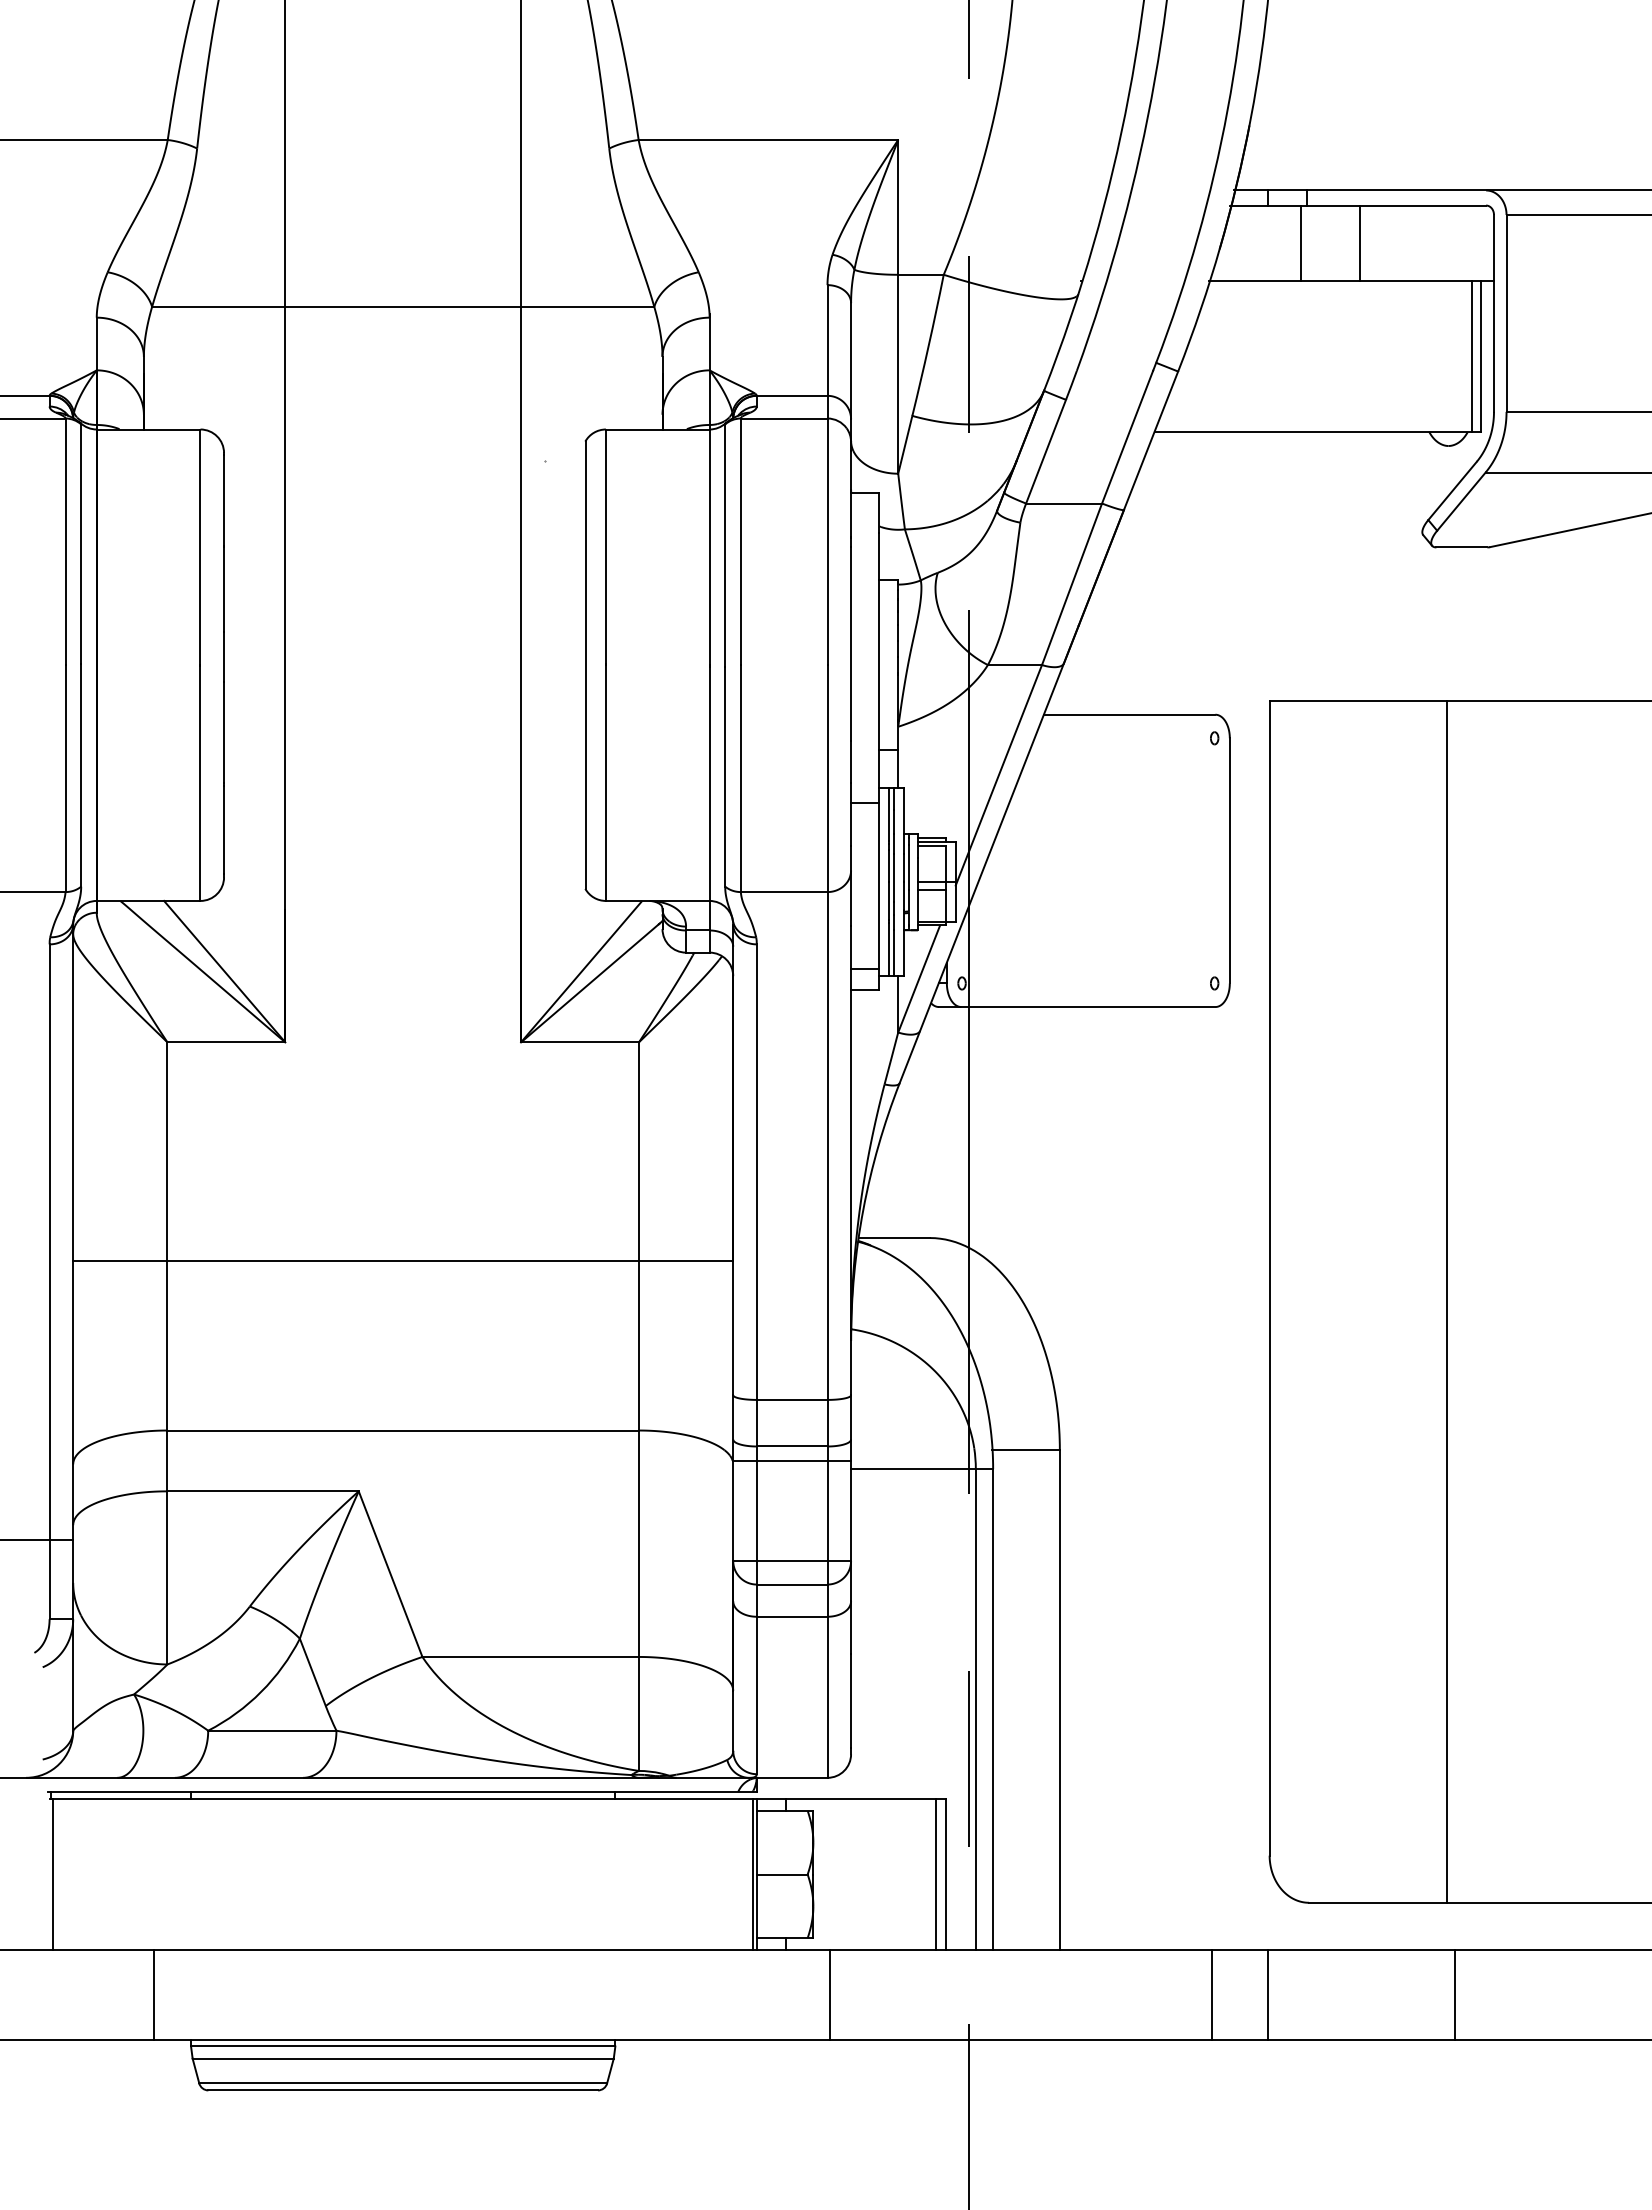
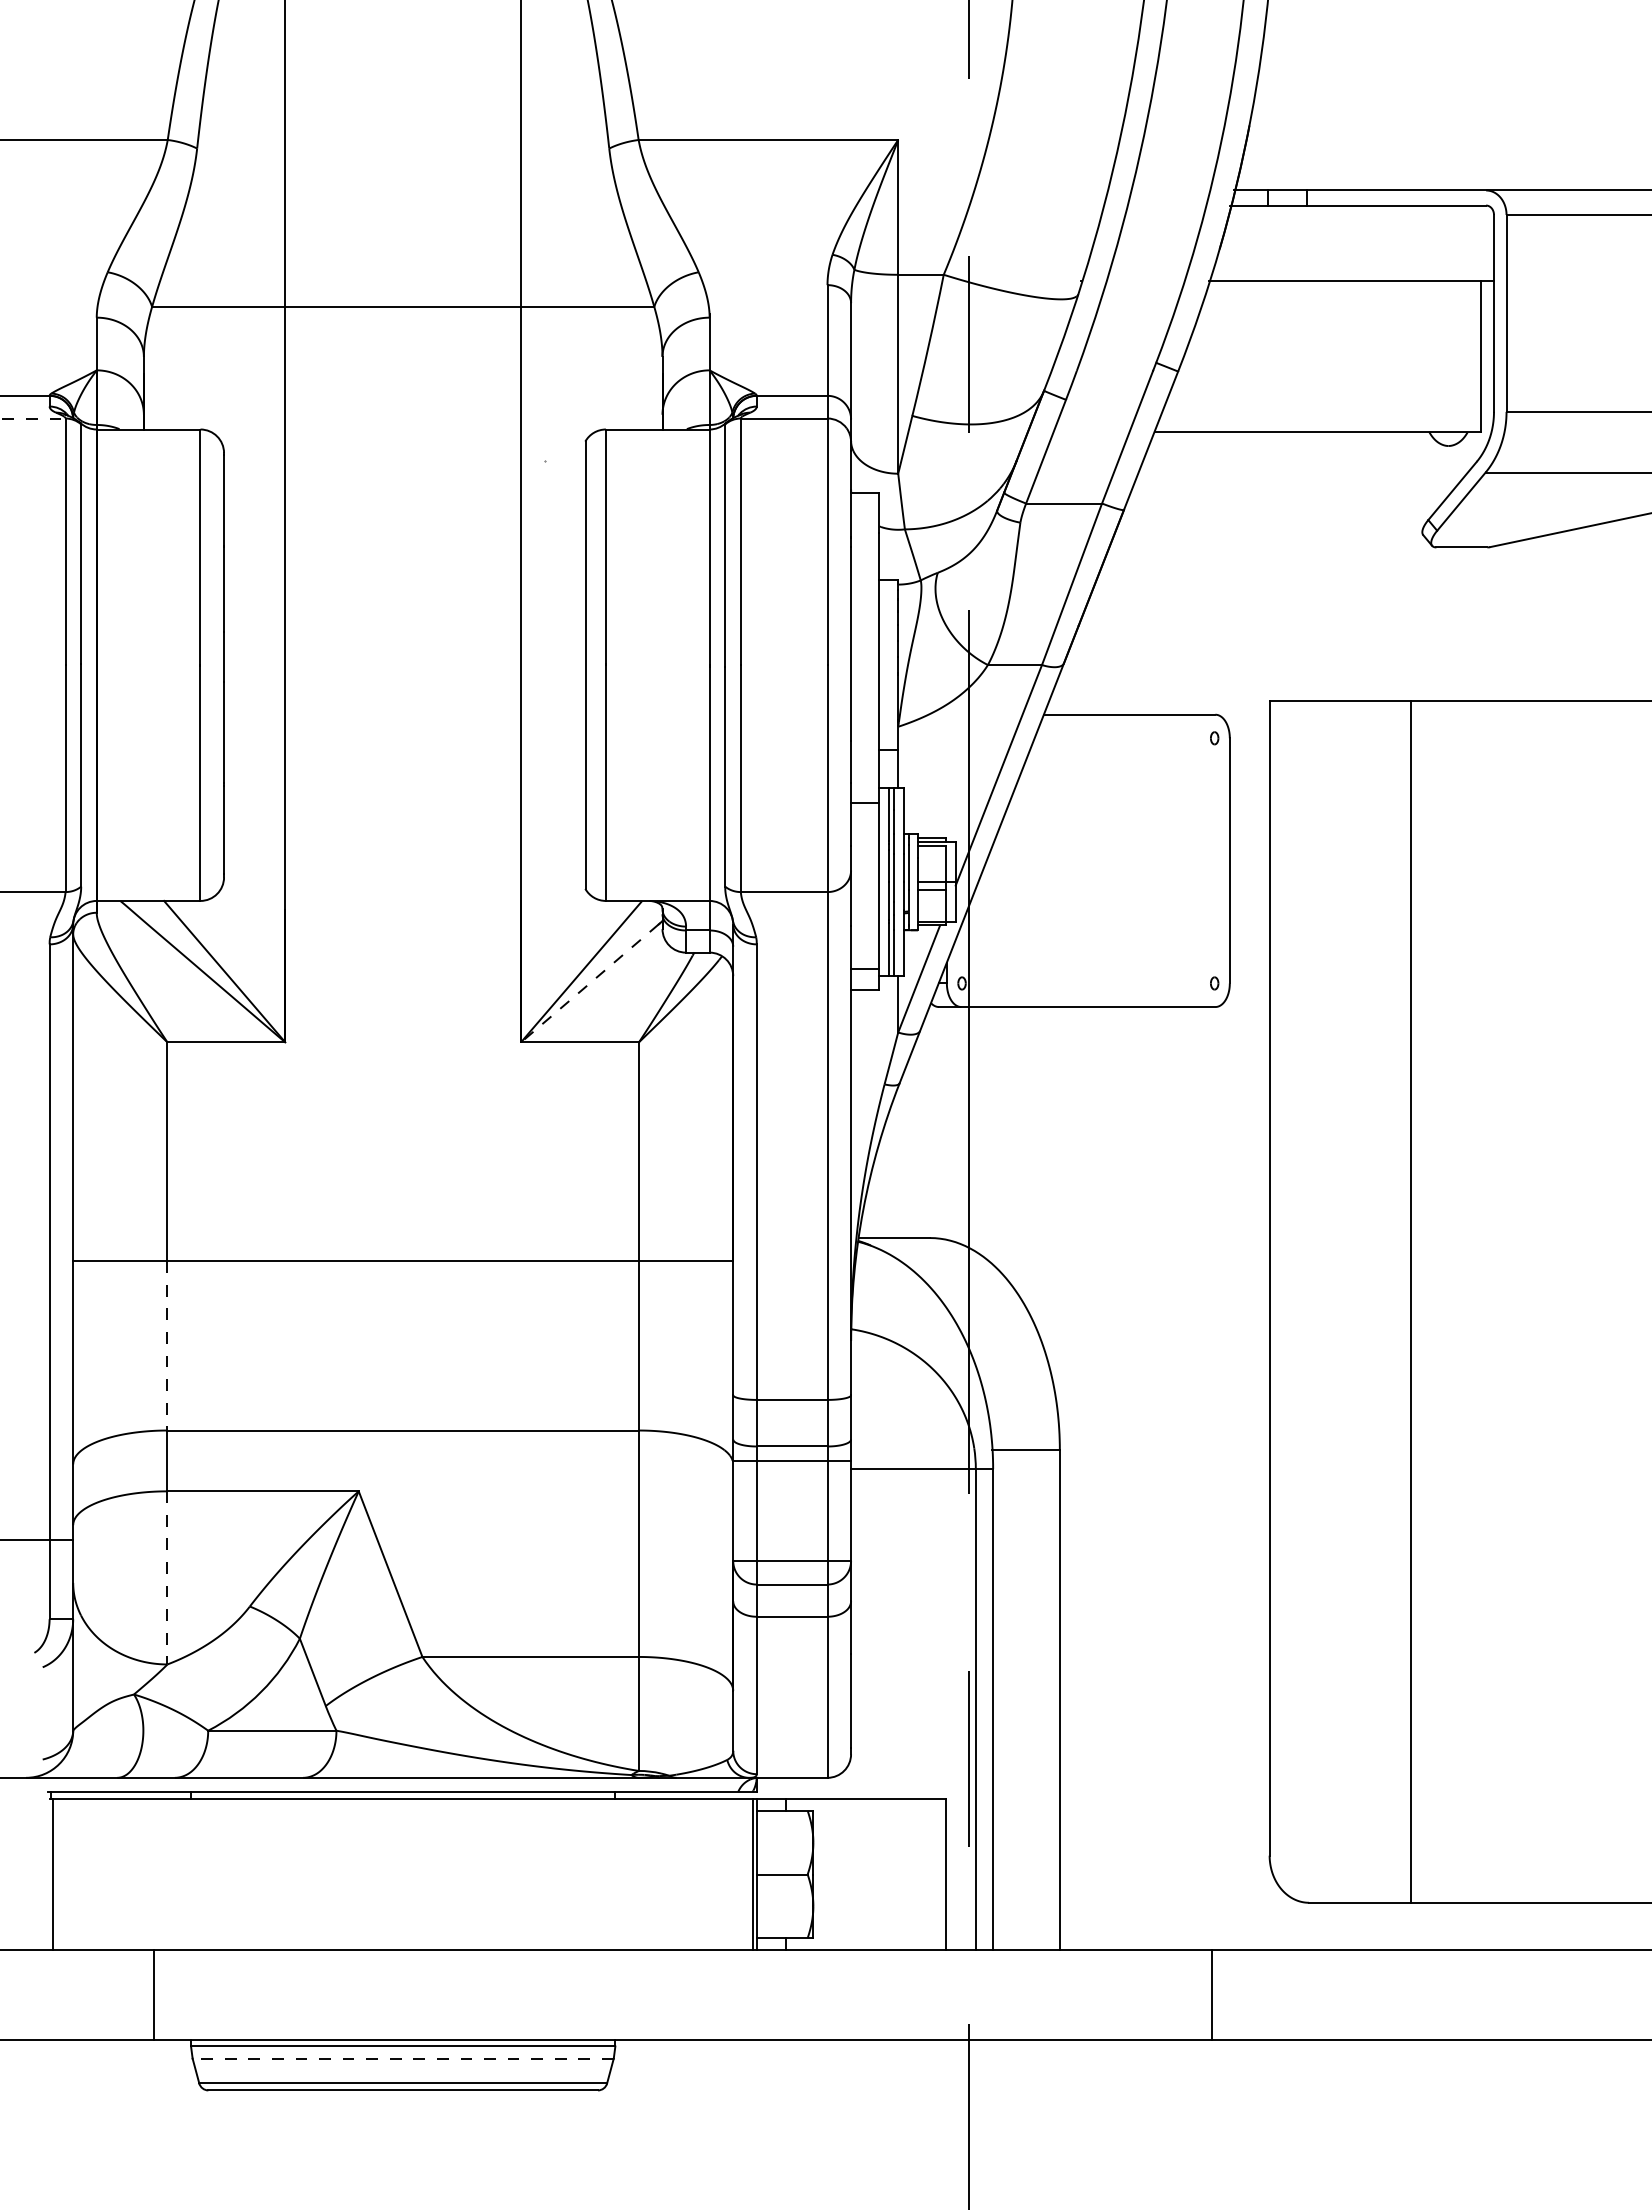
line at (1301, 243): present -> none
line at (1360, 243): present -> none
line at (1471, 356): present -> none
line at (33, 418): solid -> dashed
line at (589, 983): solid -> dashed
line at (1447, 1301) position: (1447, 1301) -> (1411, 1301)
line at (167, 1345): solid -> dashed
line at (167, 1577): solid -> dashed
line at (936, 1874): present -> none
line at (829, 1994): present -> none
line at (1268, 1994): present -> none
line at (1454, 1994): present -> none
line at (403, 2058): solid -> dashed
